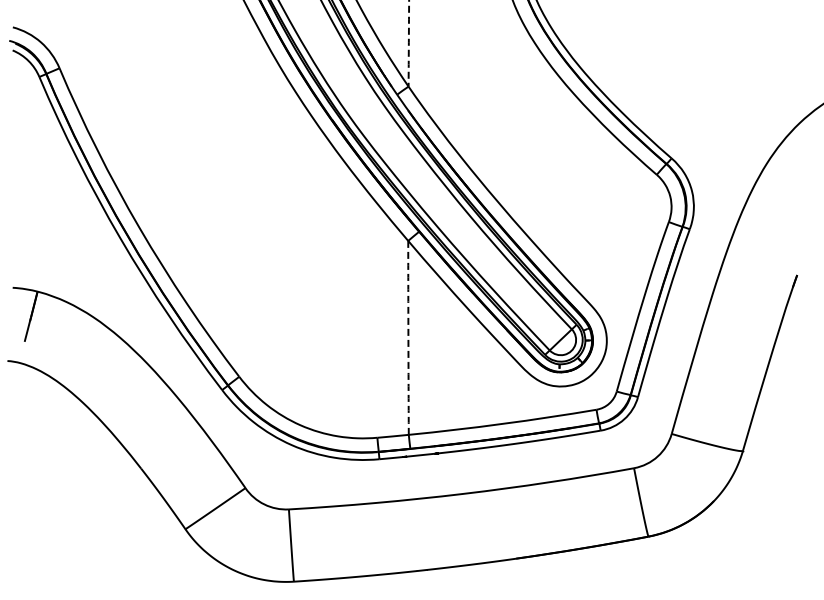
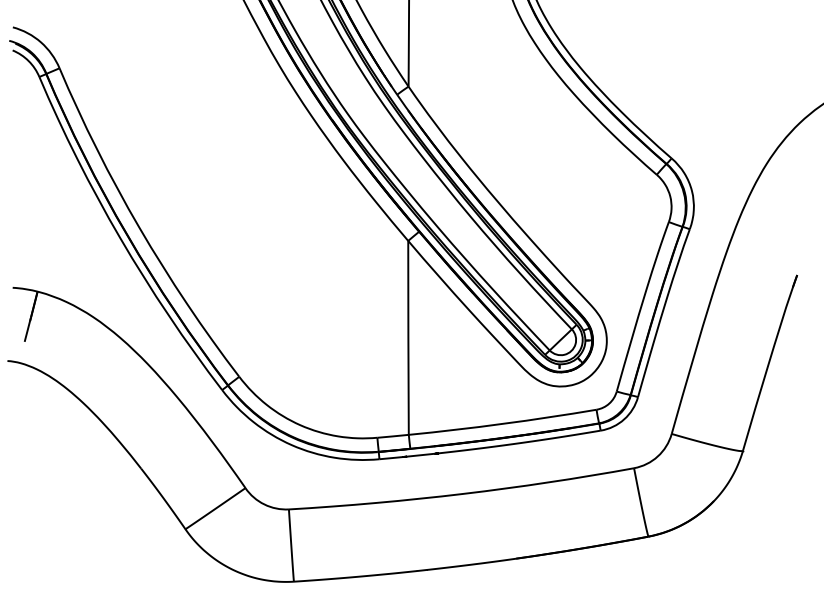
arc at (408, 43): dashed -> solid
arc at (408, 337): dashed -> solid
